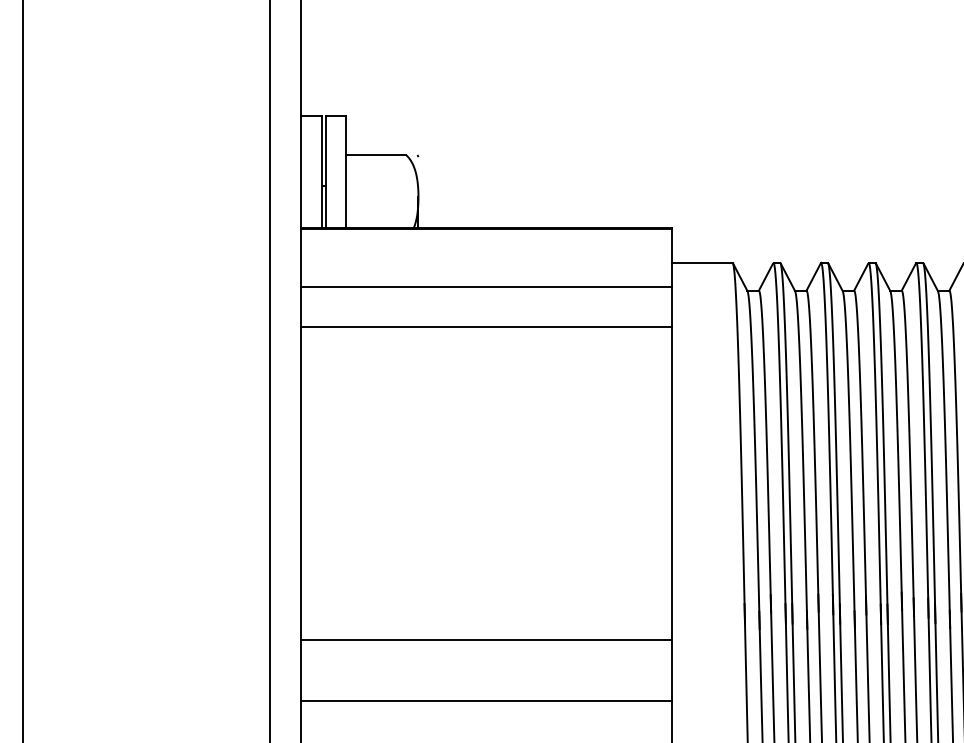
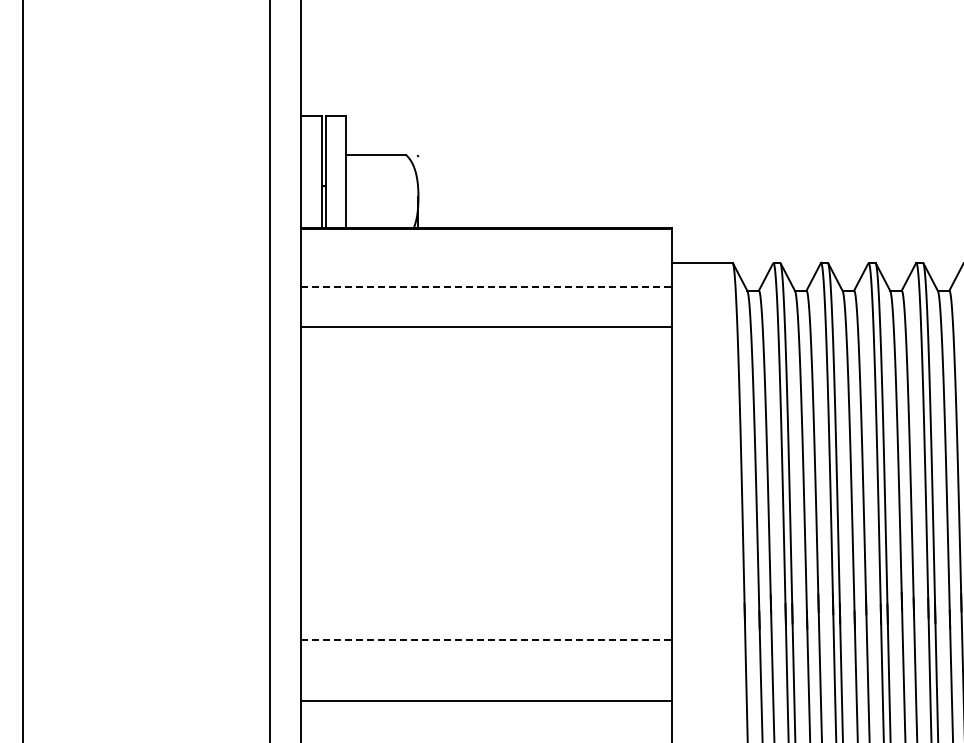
line at (486, 286): solid -> dashed
line at (486, 639): solid -> dashed
